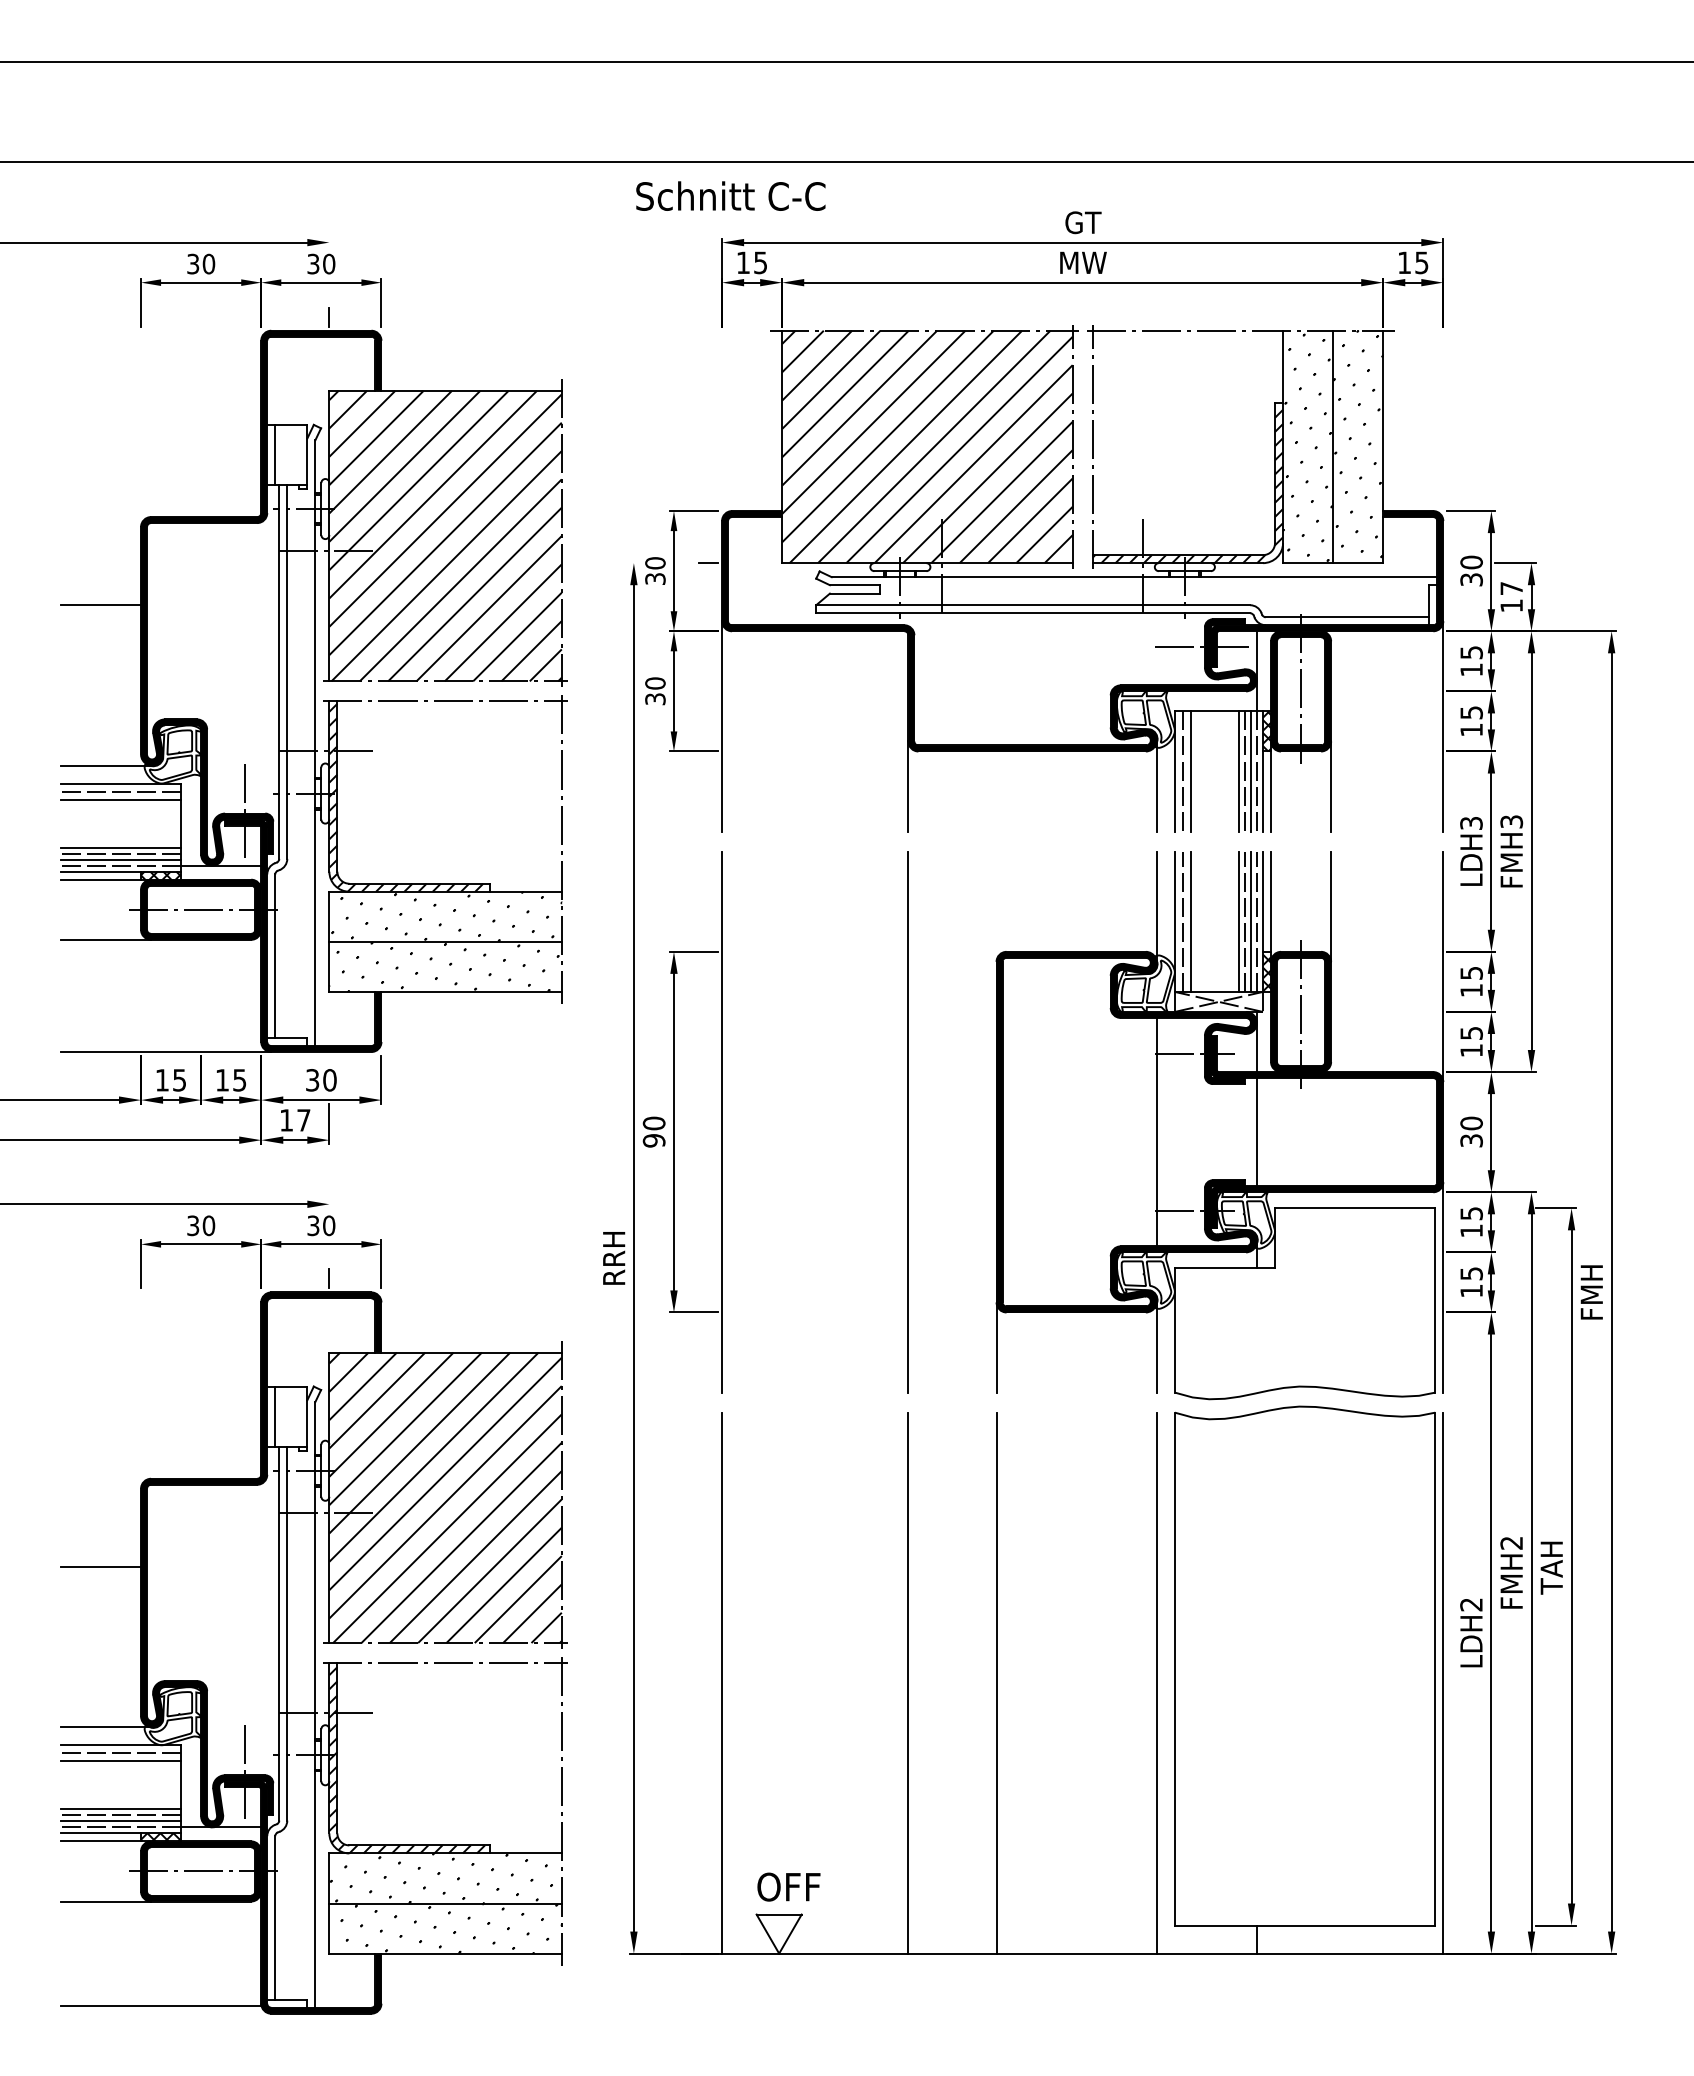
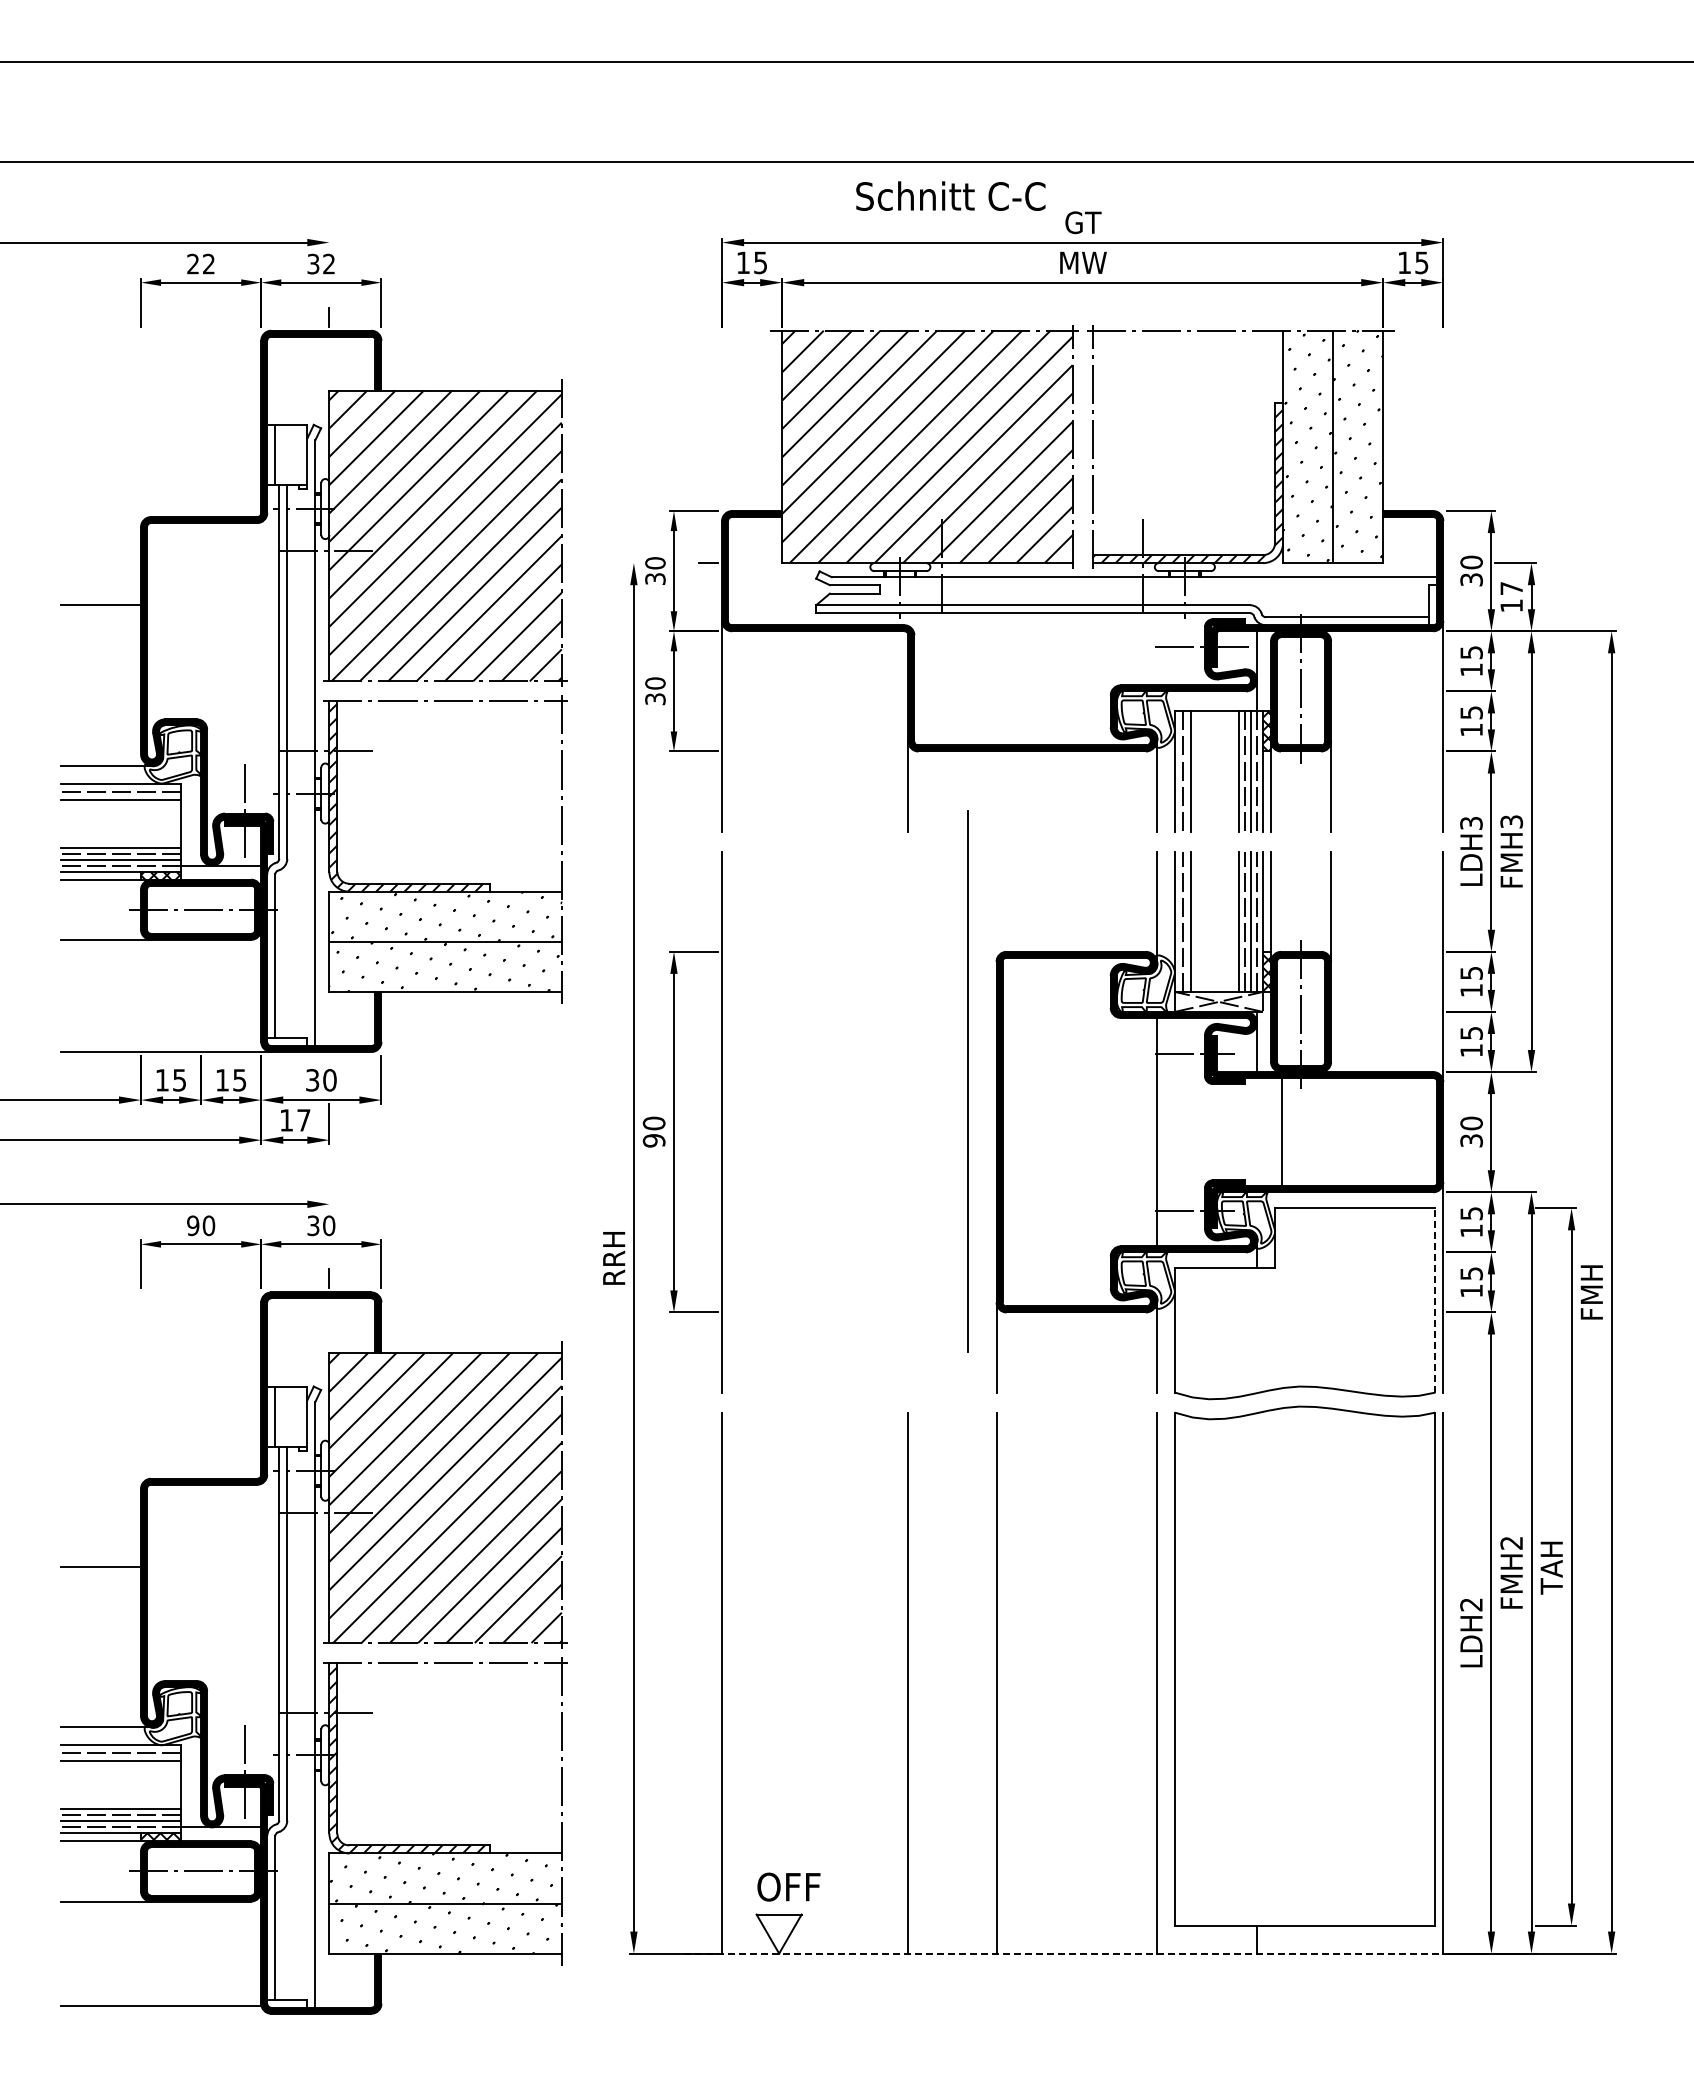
text at (730, 195) position: (730, 195) -> (950, 195)
text at (201, 263): 30 -> 22
text at (329, 263): 30 -> 32
line at (907, 1122) position: (907, 1122) -> (967, 1081)
line at (1257, 1132) position: (1257, 1132) -> (1282, 1132)
text at (193, 1225): 30 -> 90
line at (1435, 1299): solid -> dashed
line at (1082, 1953): solid -> dashed
